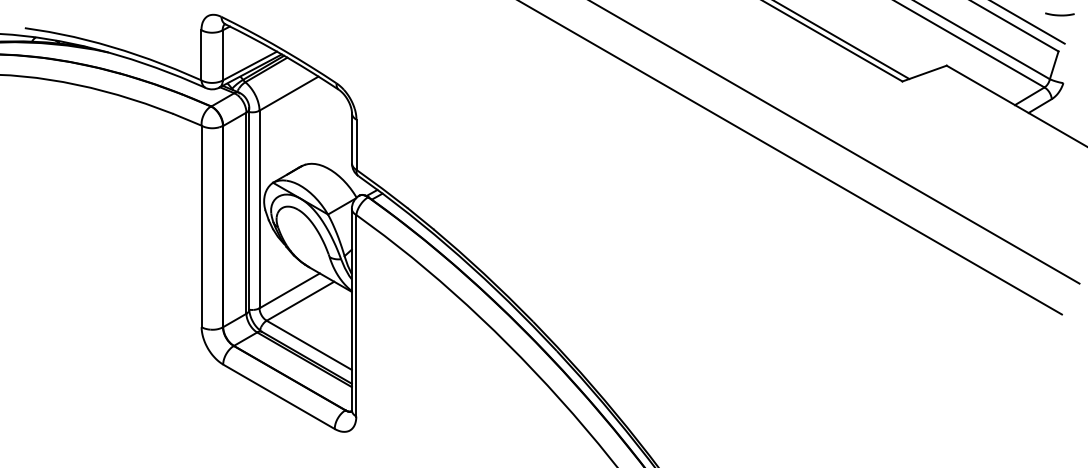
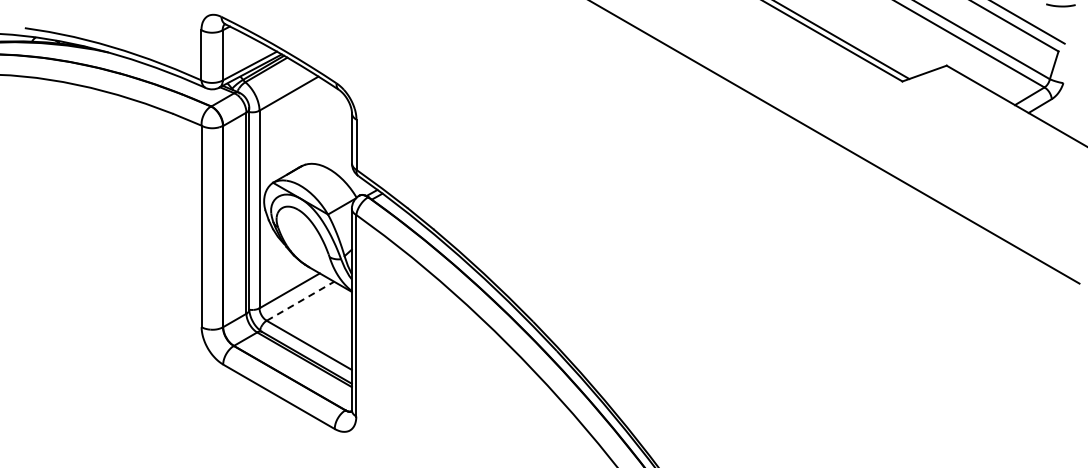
curve at (1059, 14) position: (1059, 14) -> (1060, 5)
line at (791, 158): present -> none
line at (300, 301): solid -> dashed
